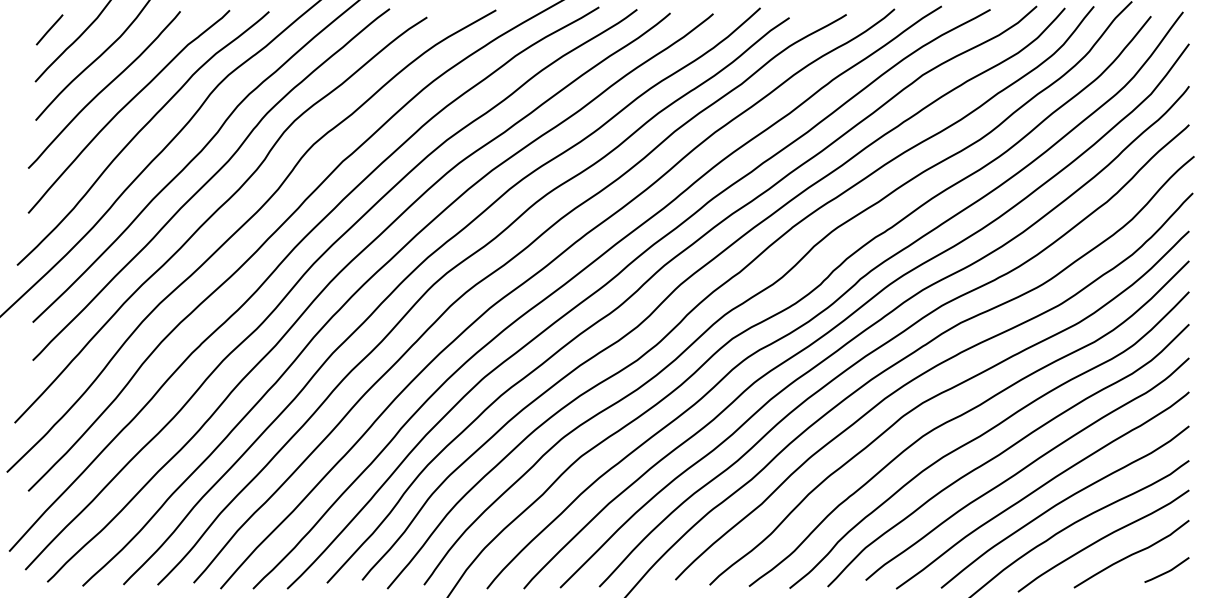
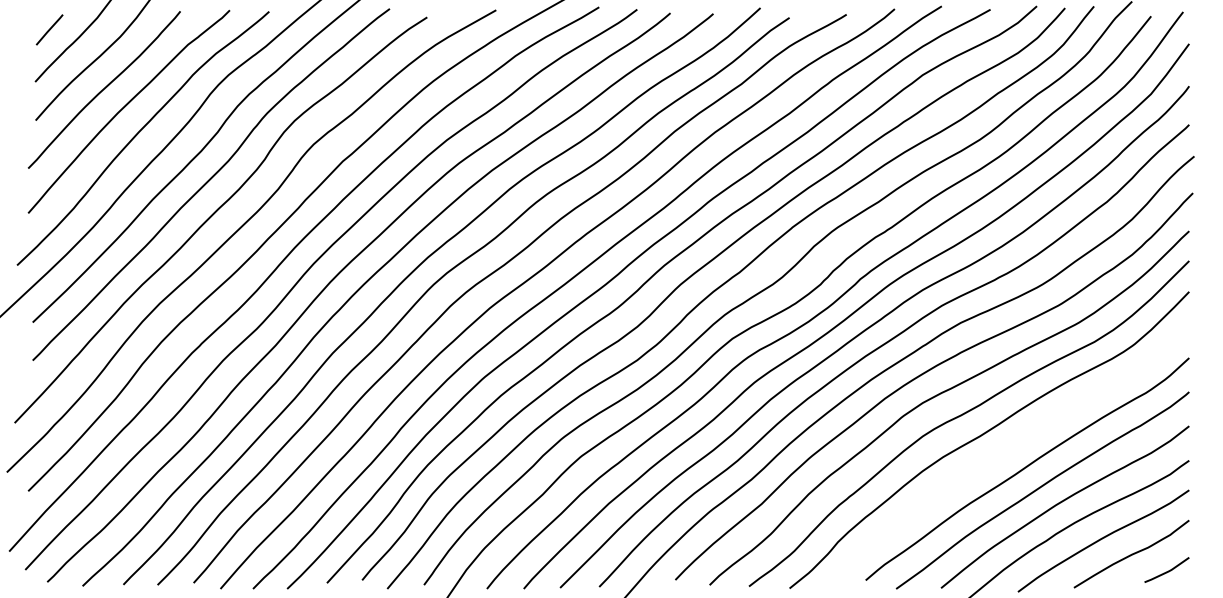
curve at (1006, 451): present -> none
